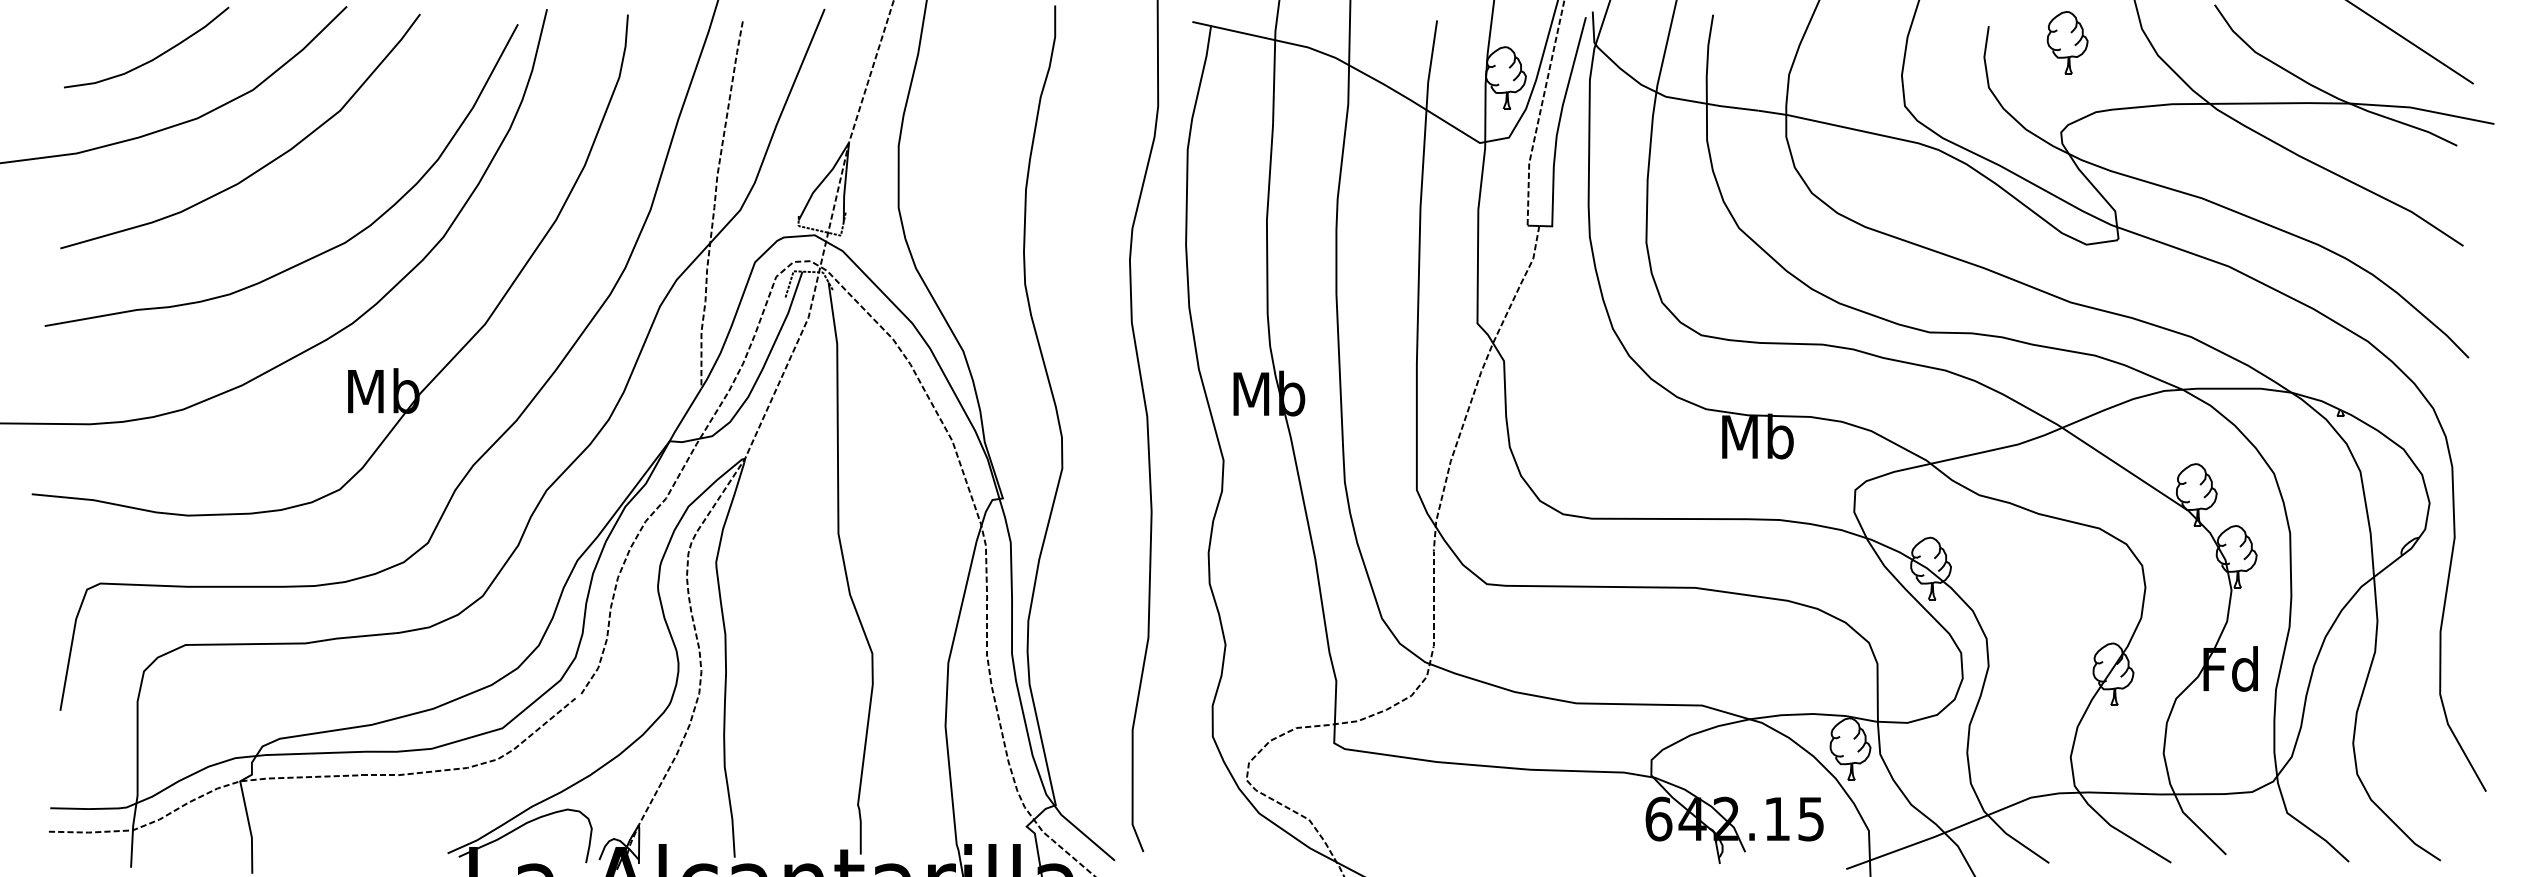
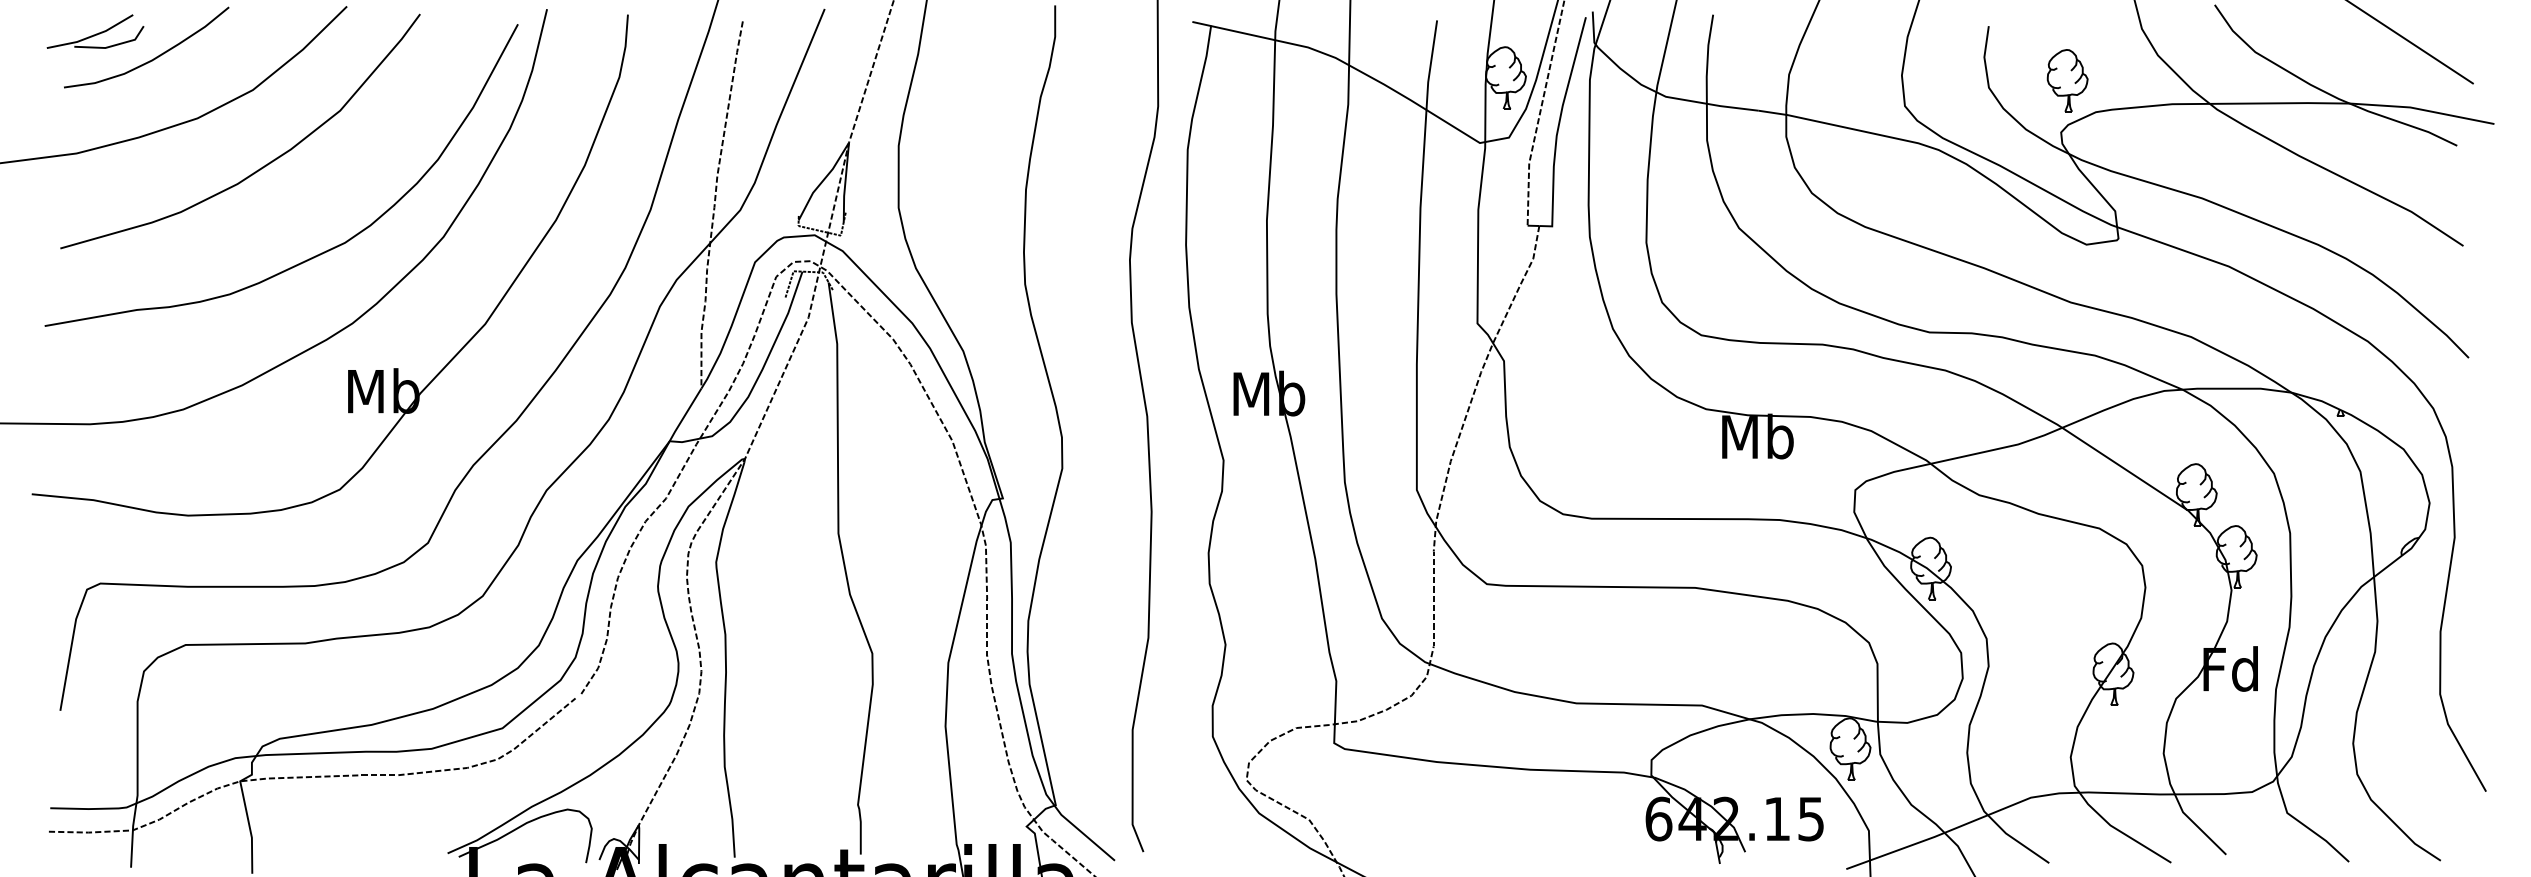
part at (95, 31): none -> present
part at (2067, 42) position: (2067, 42) -> (2067, 80)
